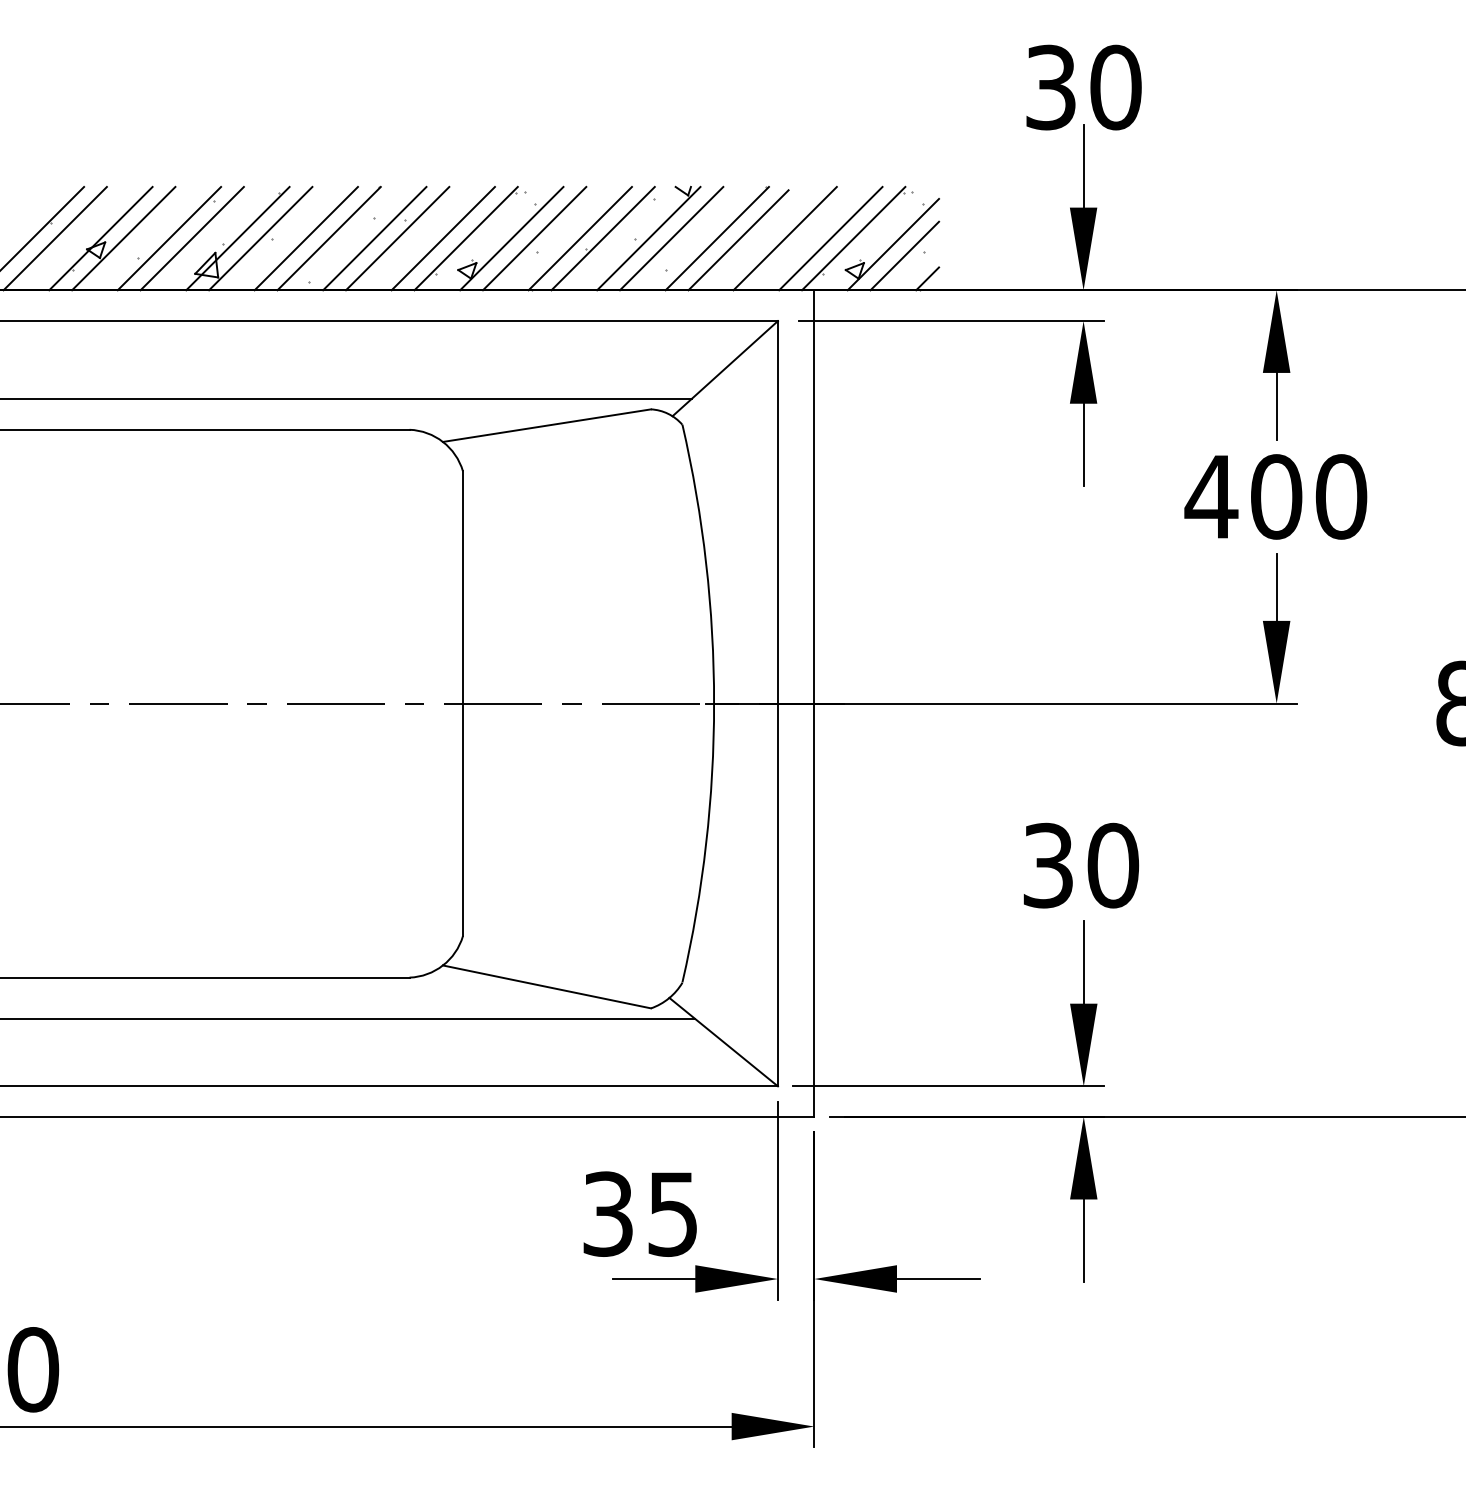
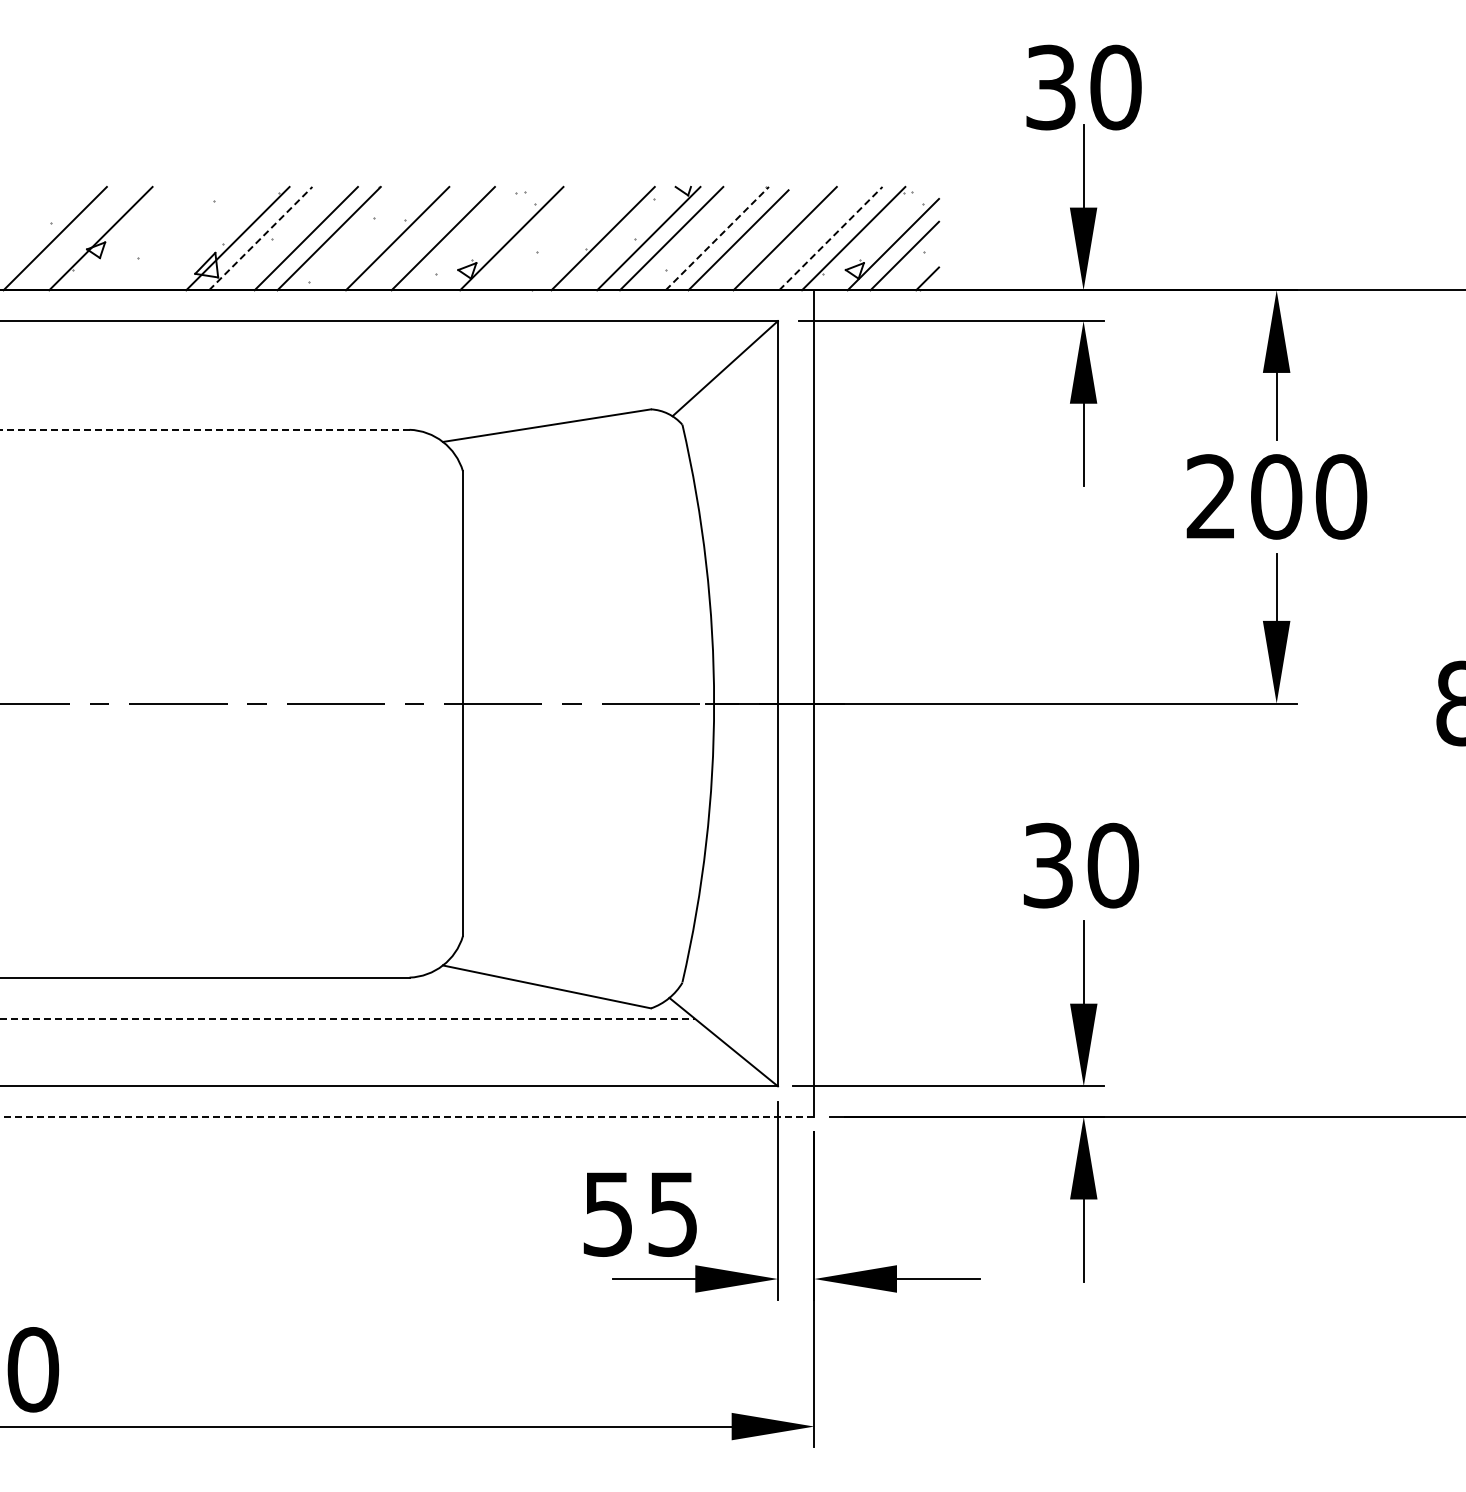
line at (43, 227): present -> none
line at (123, 238): present -> none
line at (169, 238): present -> none
line at (191, 238): present -> none
line at (261, 238): solid -> dashed
line at (374, 238): present -> none
line at (465, 238): present -> none
line at (534, 238): present -> none
line at (579, 238): present -> none
line at (717, 238): solid -> dashed
line at (831, 238): solid -> dashed
line at (346, 398): present -> none
line at (204, 429): solid -> dashed
text at (1211, 496): 400 -> 200
line at (348, 1018): solid -> dashed
line at (407, 1116): solid -> dashed
text at (607, 1213): 35 -> 55
